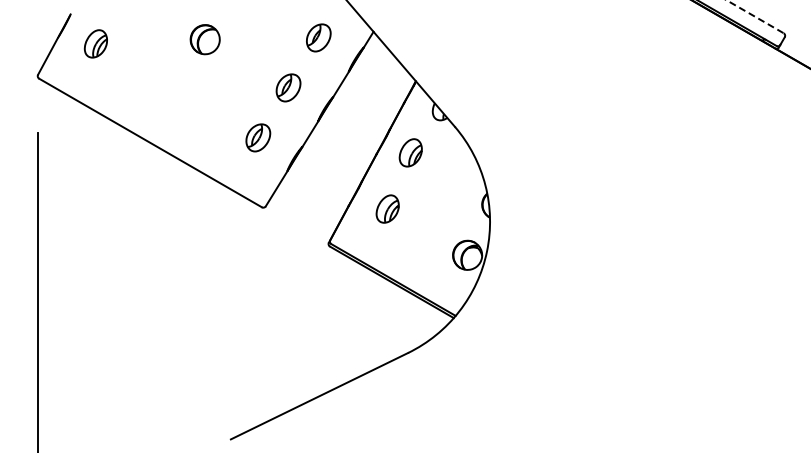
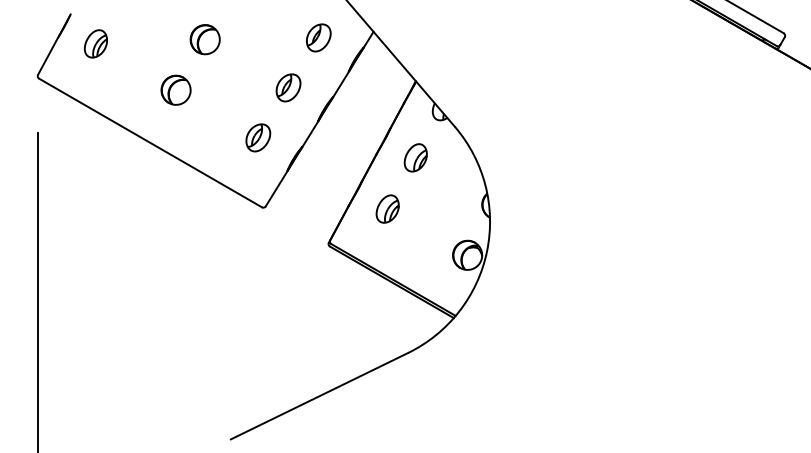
line at (755, 16): dashed -> solid
part at (175, 89): none -> present
part at (410, 152) position: (410, 152) -> (415, 157)
